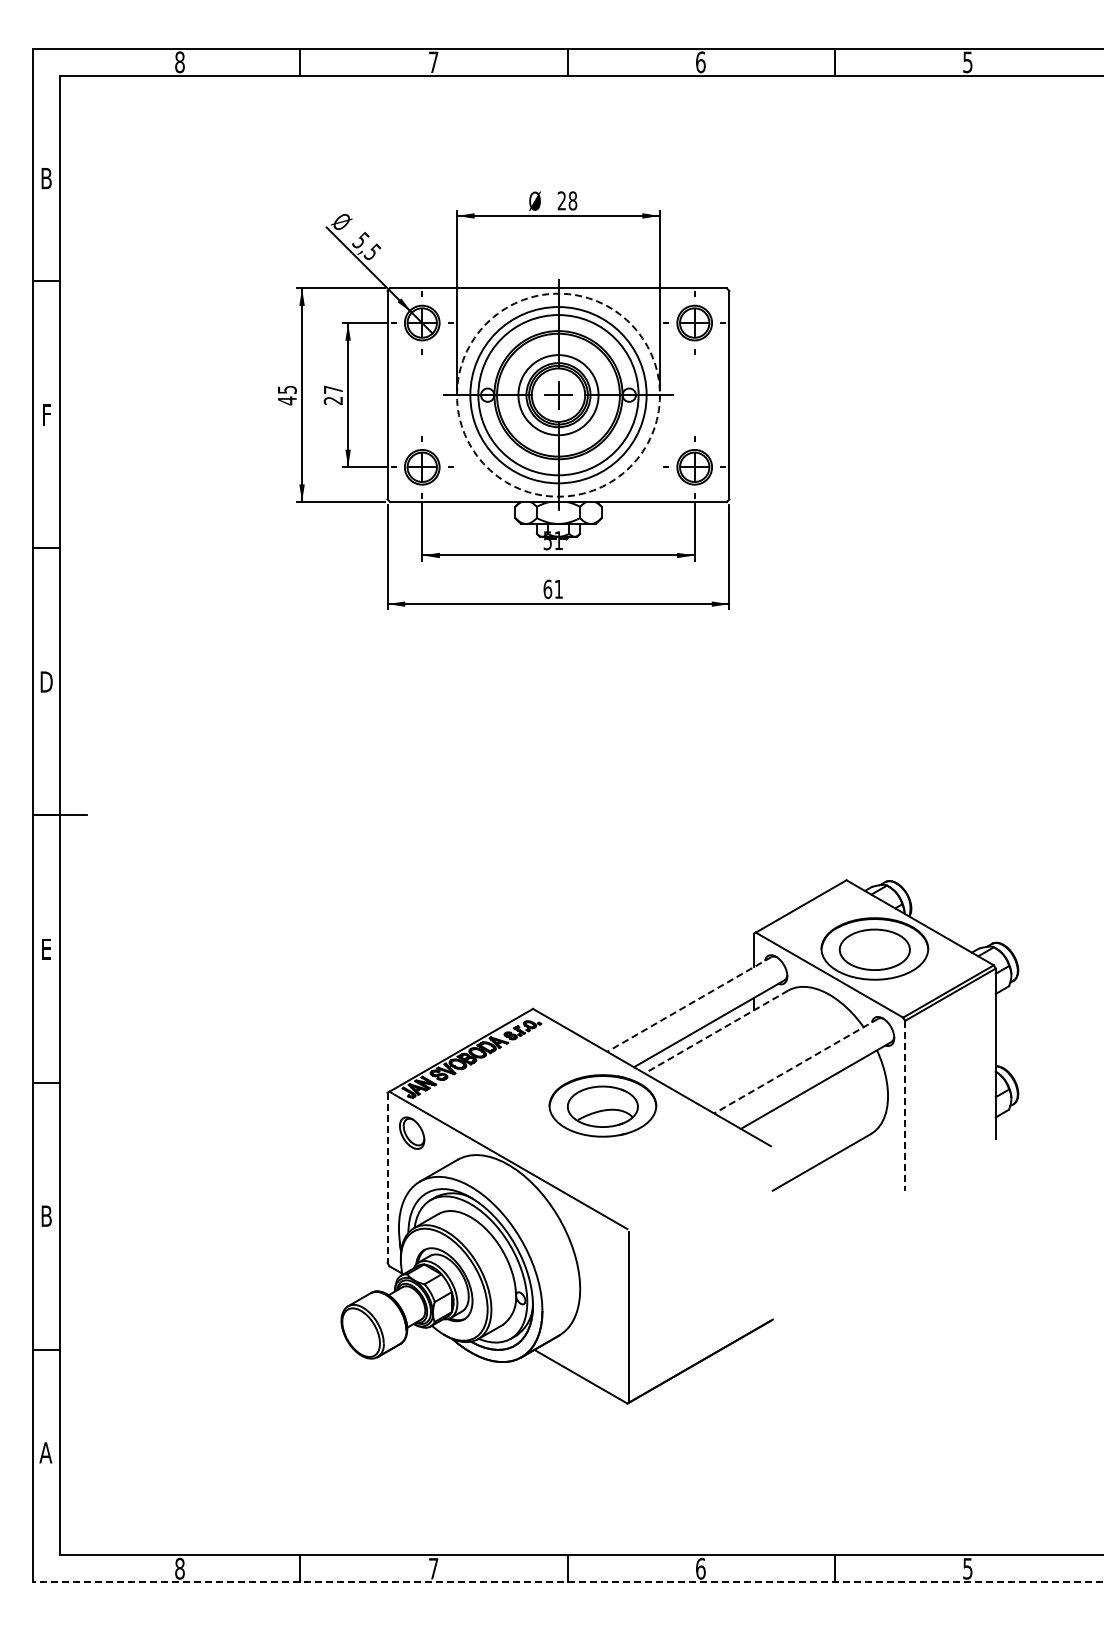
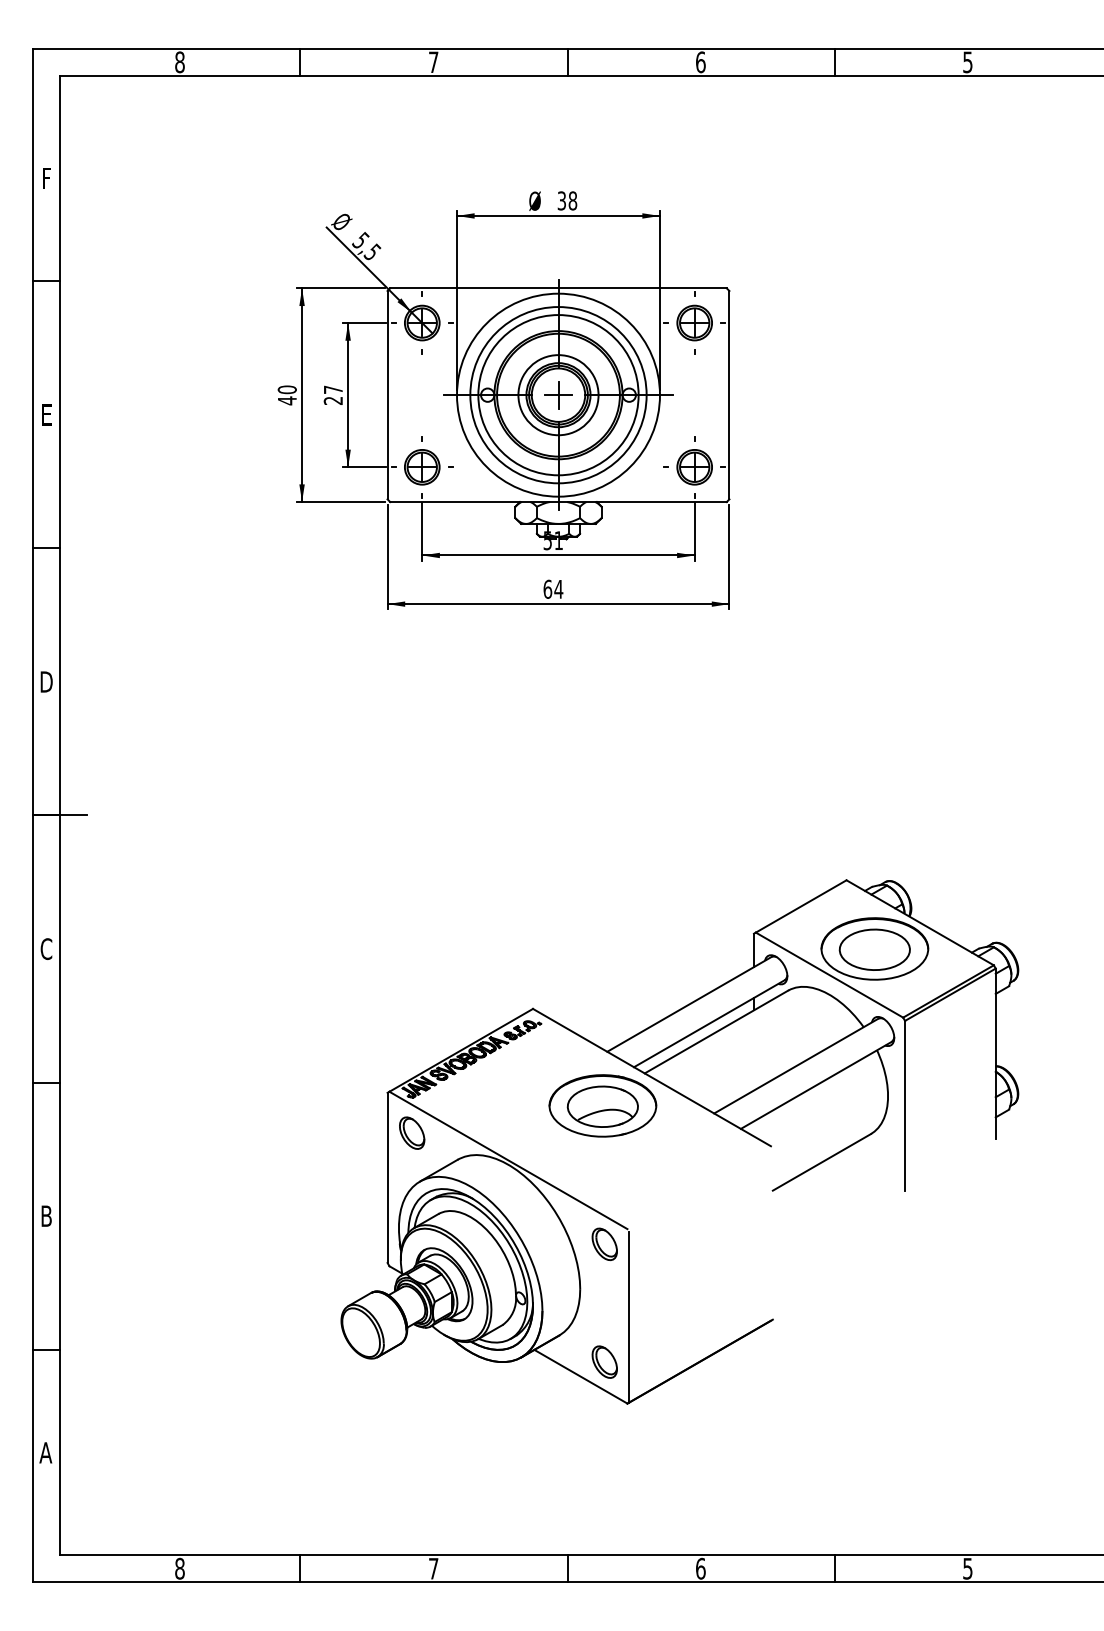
text at (46, 178): B -> F
text at (561, 200): 28 -> 38
text at (286, 389): 45 -> 40
circle at (558, 394): dashed -> solid
text at (46, 414): F -> E
text at (558, 589): 61 -> 64
text at (46, 949): E -> C
line at (689, 1004): dashed -> solid
line at (716, 1032): dashed -> solid
line at (796, 1066): dashed -> solid
line at (905, 1106): dashed -> solid
line at (387, 1178): dashed -> solid
part at (604, 1244): none -> present
part at (604, 1361): none -> present
line at (568, 1582): dashed -> solid
